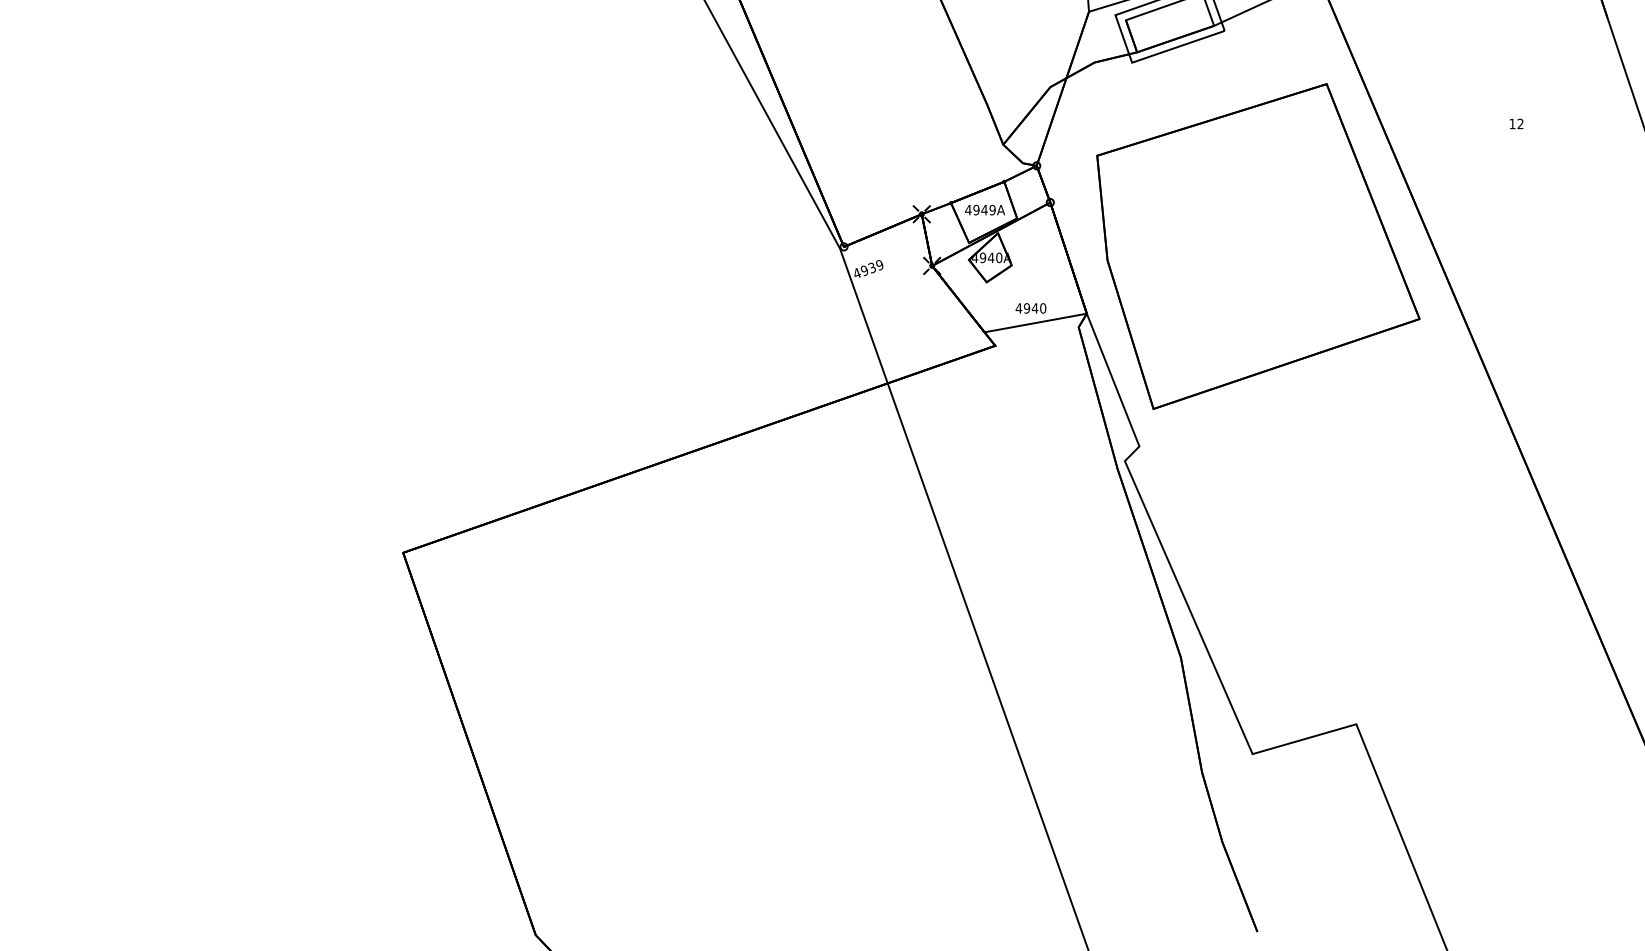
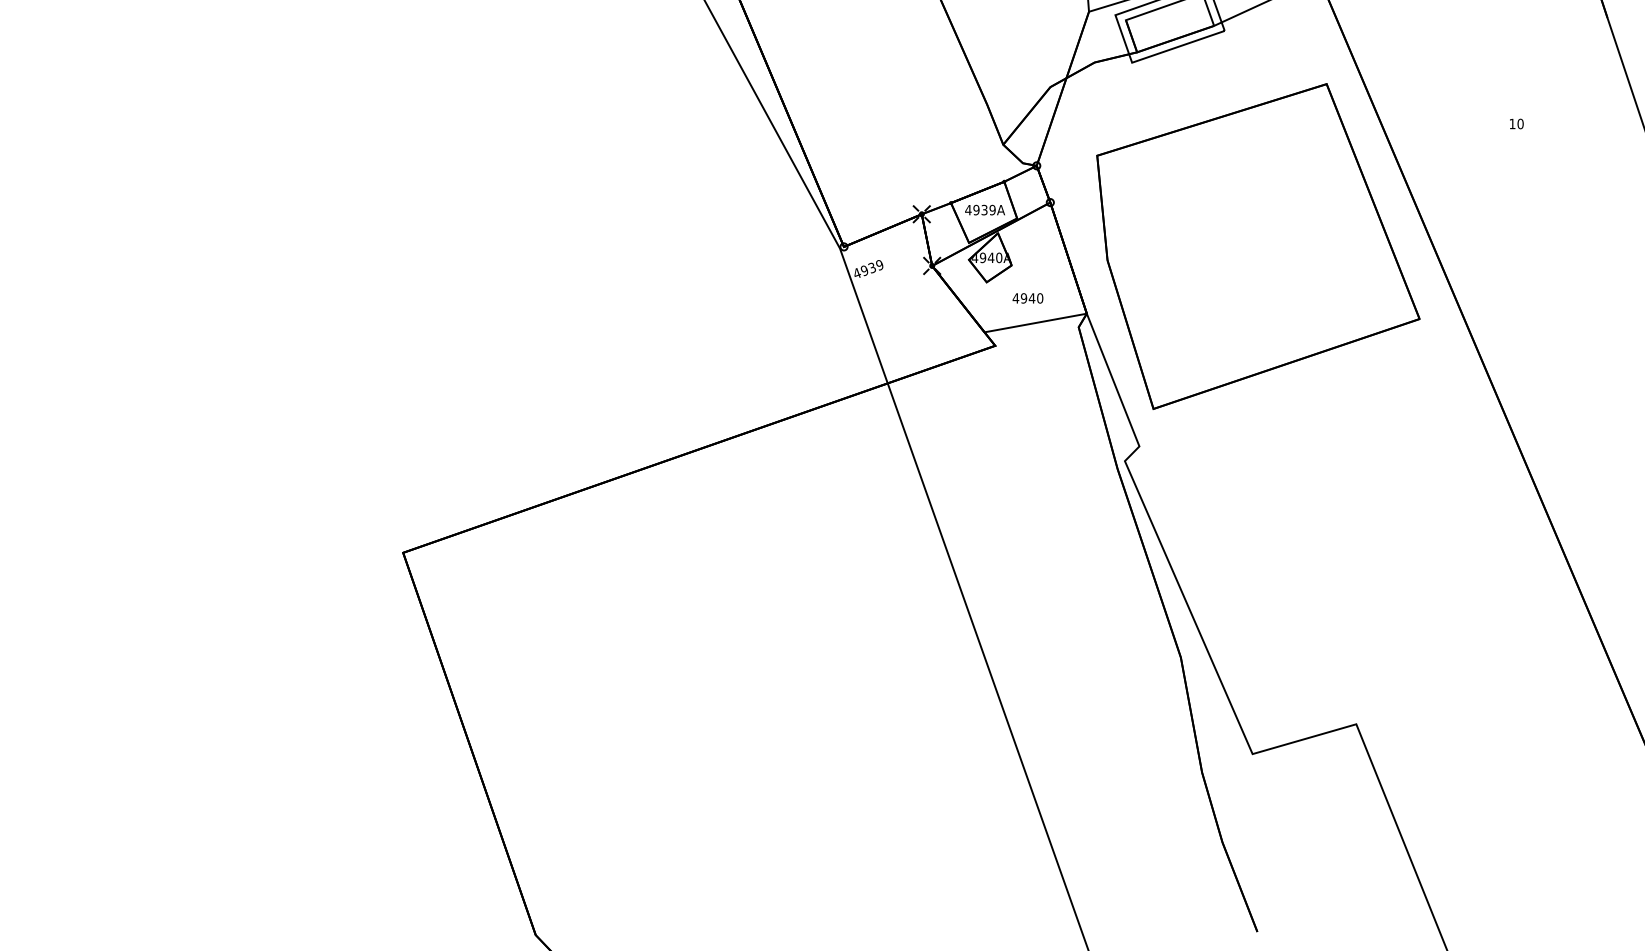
text at (1520, 123): 12 -> 10
text at (984, 209): 4949A -> 4939A
text at (1030, 308) position: (1030, 308) -> (1027, 298)
